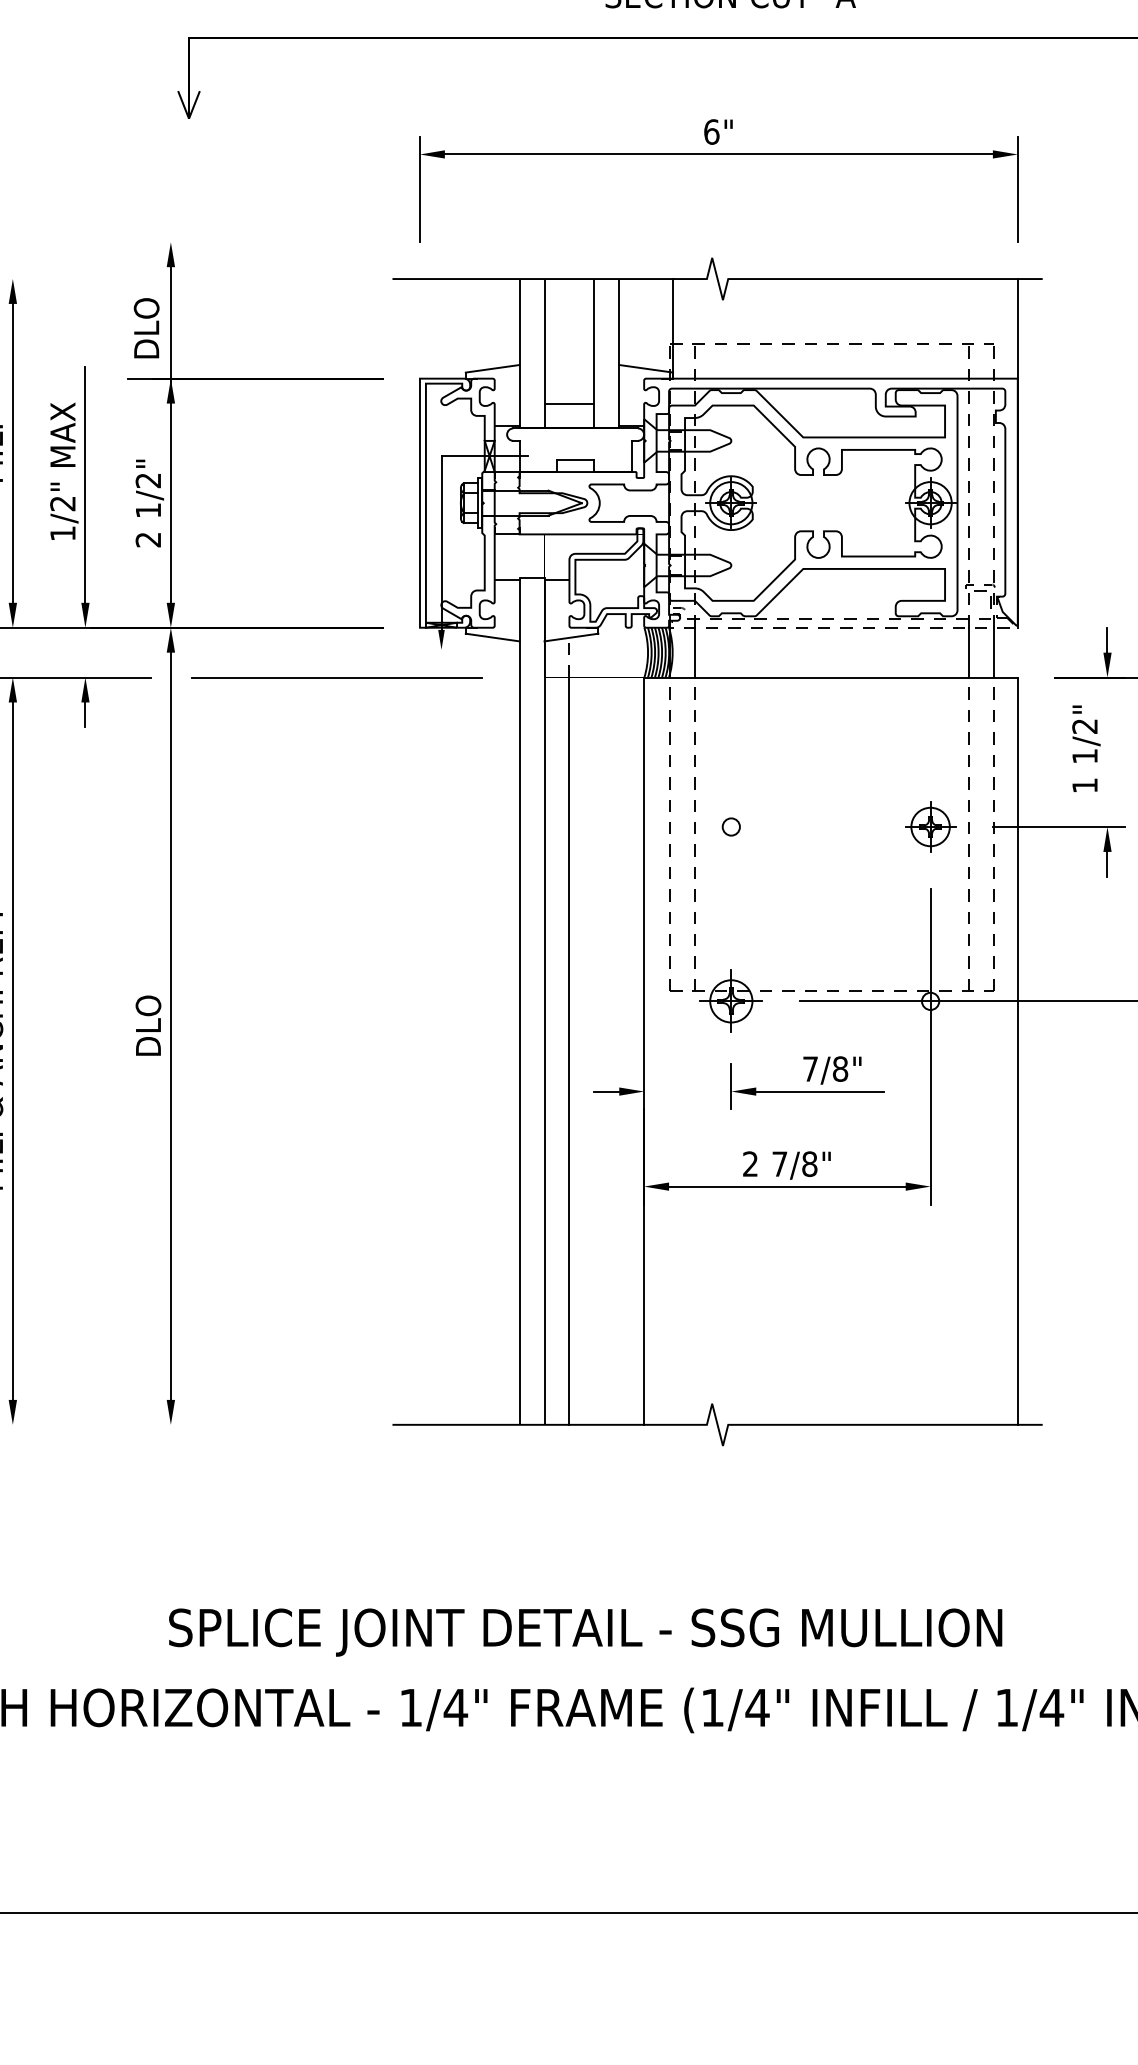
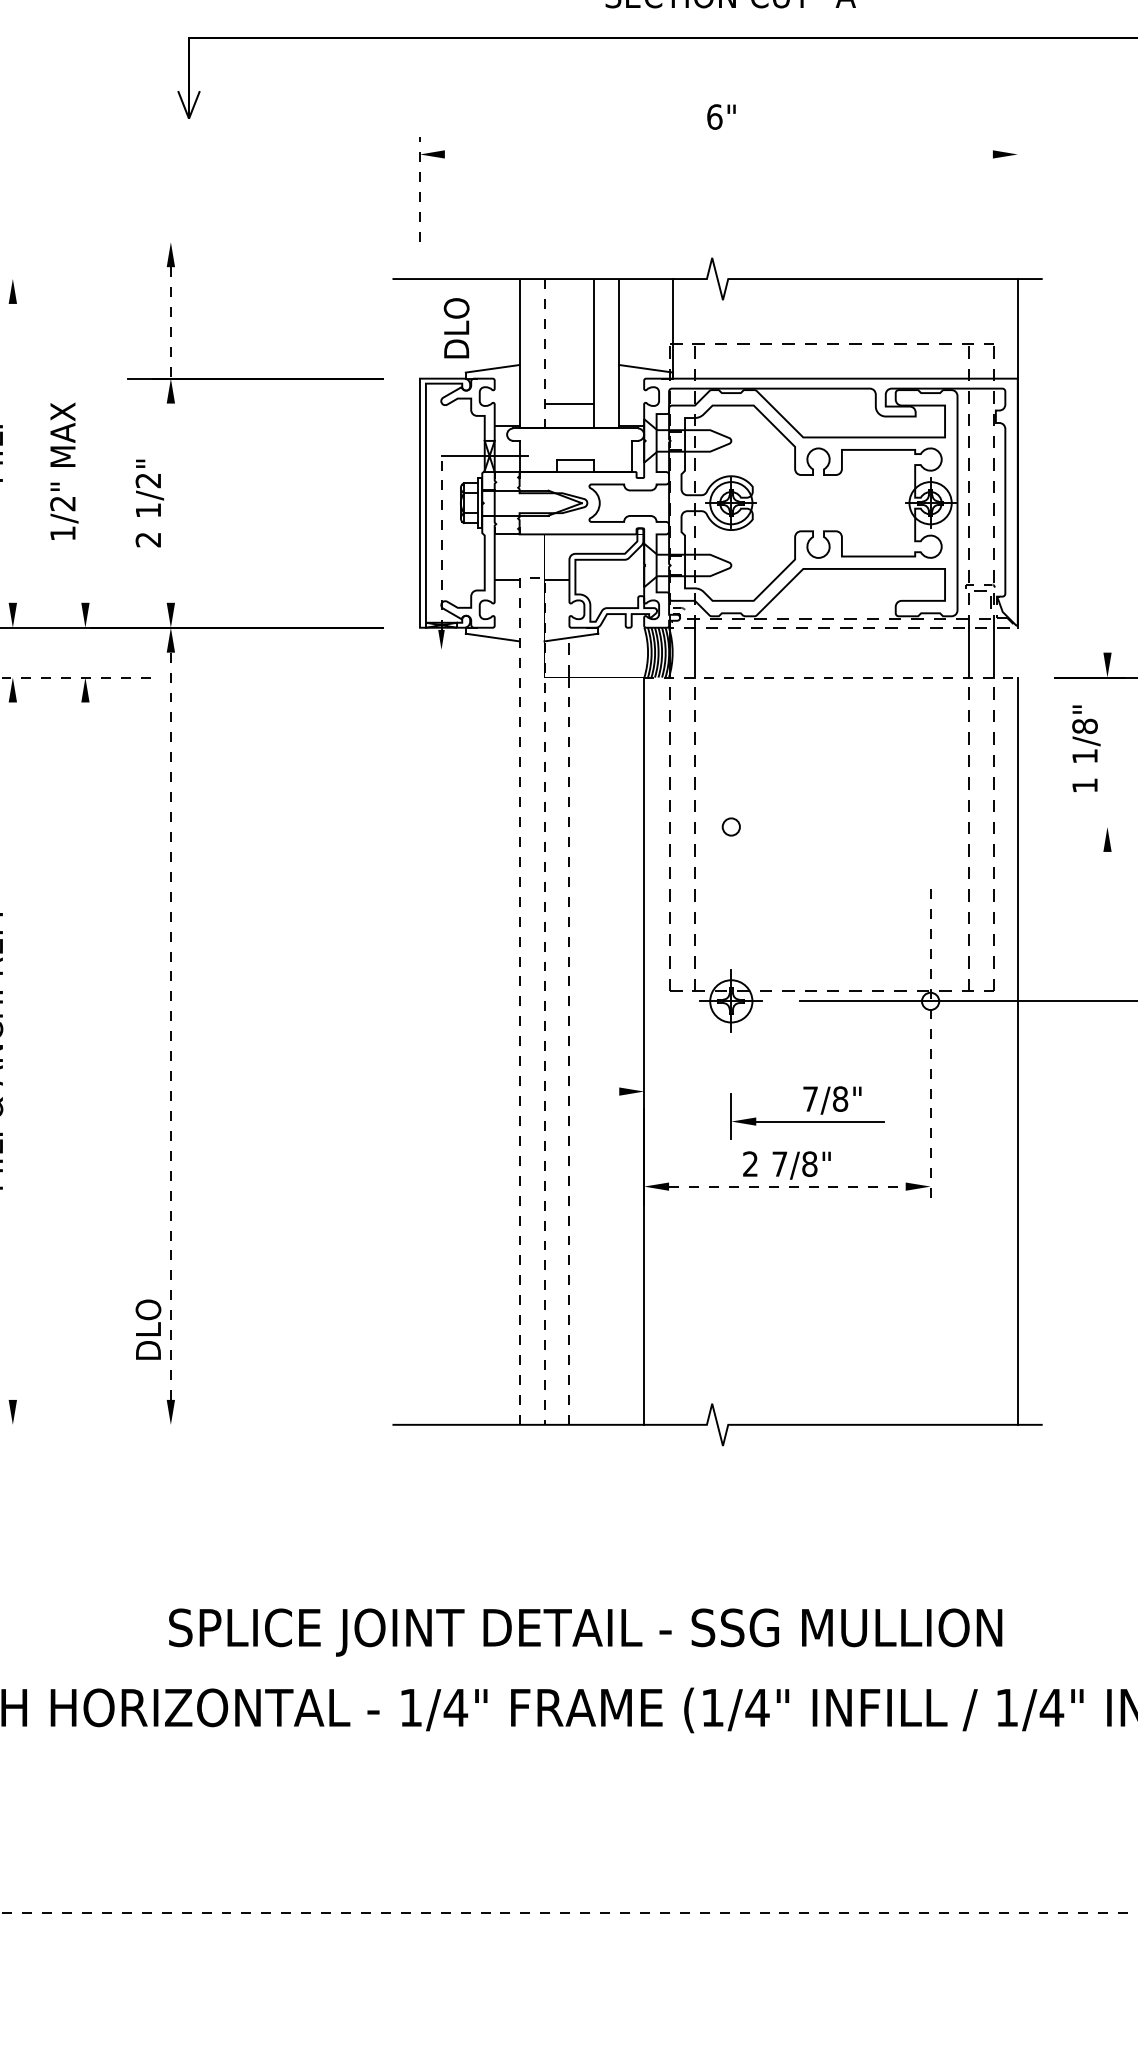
text at (718, 131) position: (718, 131) -> (721, 116)
line at (718, 154): present -> none
line at (1017, 188): present -> none
line at (419, 189): solid -> dashed
line at (170, 325): solid -> dashed
text at (146, 328) position: (146, 328) -> (456, 328)
line at (544, 353): solid -> dashed
line at (12, 452): present -> none
line at (85, 484): present -> none
line at (170, 502): present -> none
line at (441, 543): solid -> dashed
line at (532, 577): solid -> dashed
line at (1107, 639): present -> none
line at (75, 677): solid -> dashed
line at (336, 677): present -> none
line at (830, 677): solid -> dashed
line at (85, 714): present -> none
text at (1084, 726): 1/2" -> 1/8"
part at (930, 826): present -> none
line at (1058, 827): present -> none
line at (1107, 863): present -> none
text at (148, 1025) position: (148, 1025) -> (148, 1329)
line at (170, 1026): solid -> dashed
line at (930, 1046): solid -> dashed
line at (12, 1050): present -> none
line at (569, 1051): solid -> dashed
part at (807, 1082) position: (807, 1082) -> (807, 1112)
line at (606, 1091): present -> none
line at (787, 1186): solid -> dashed
line at (569, 1913): solid -> dashed
